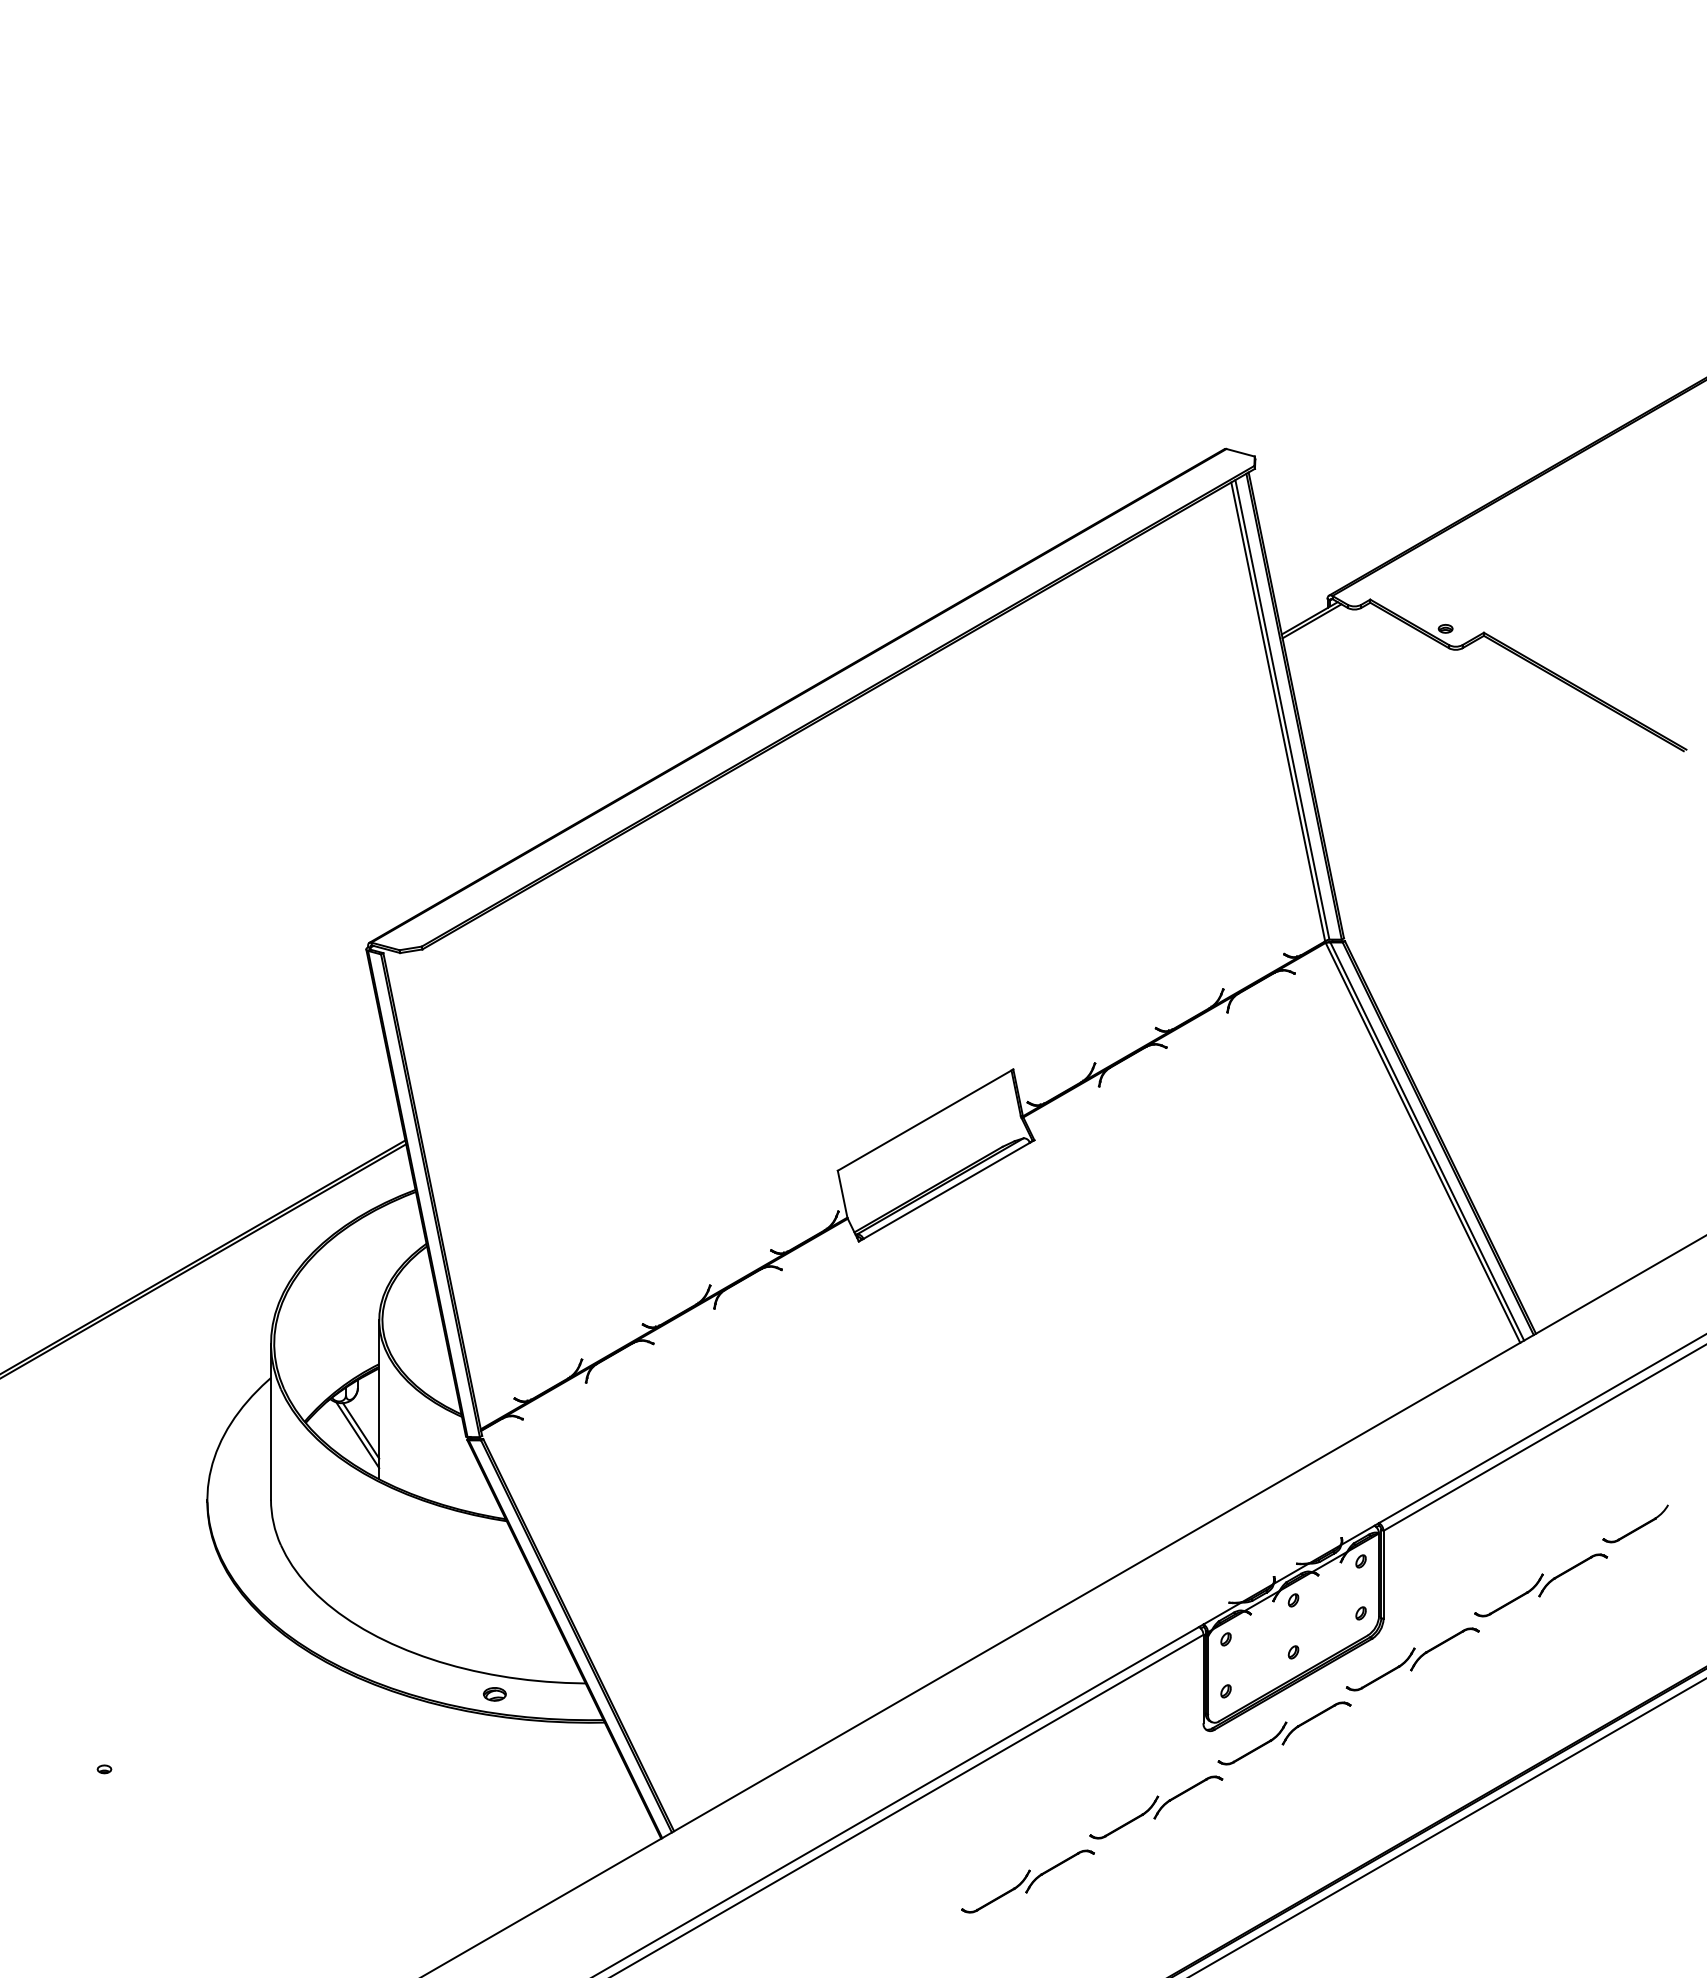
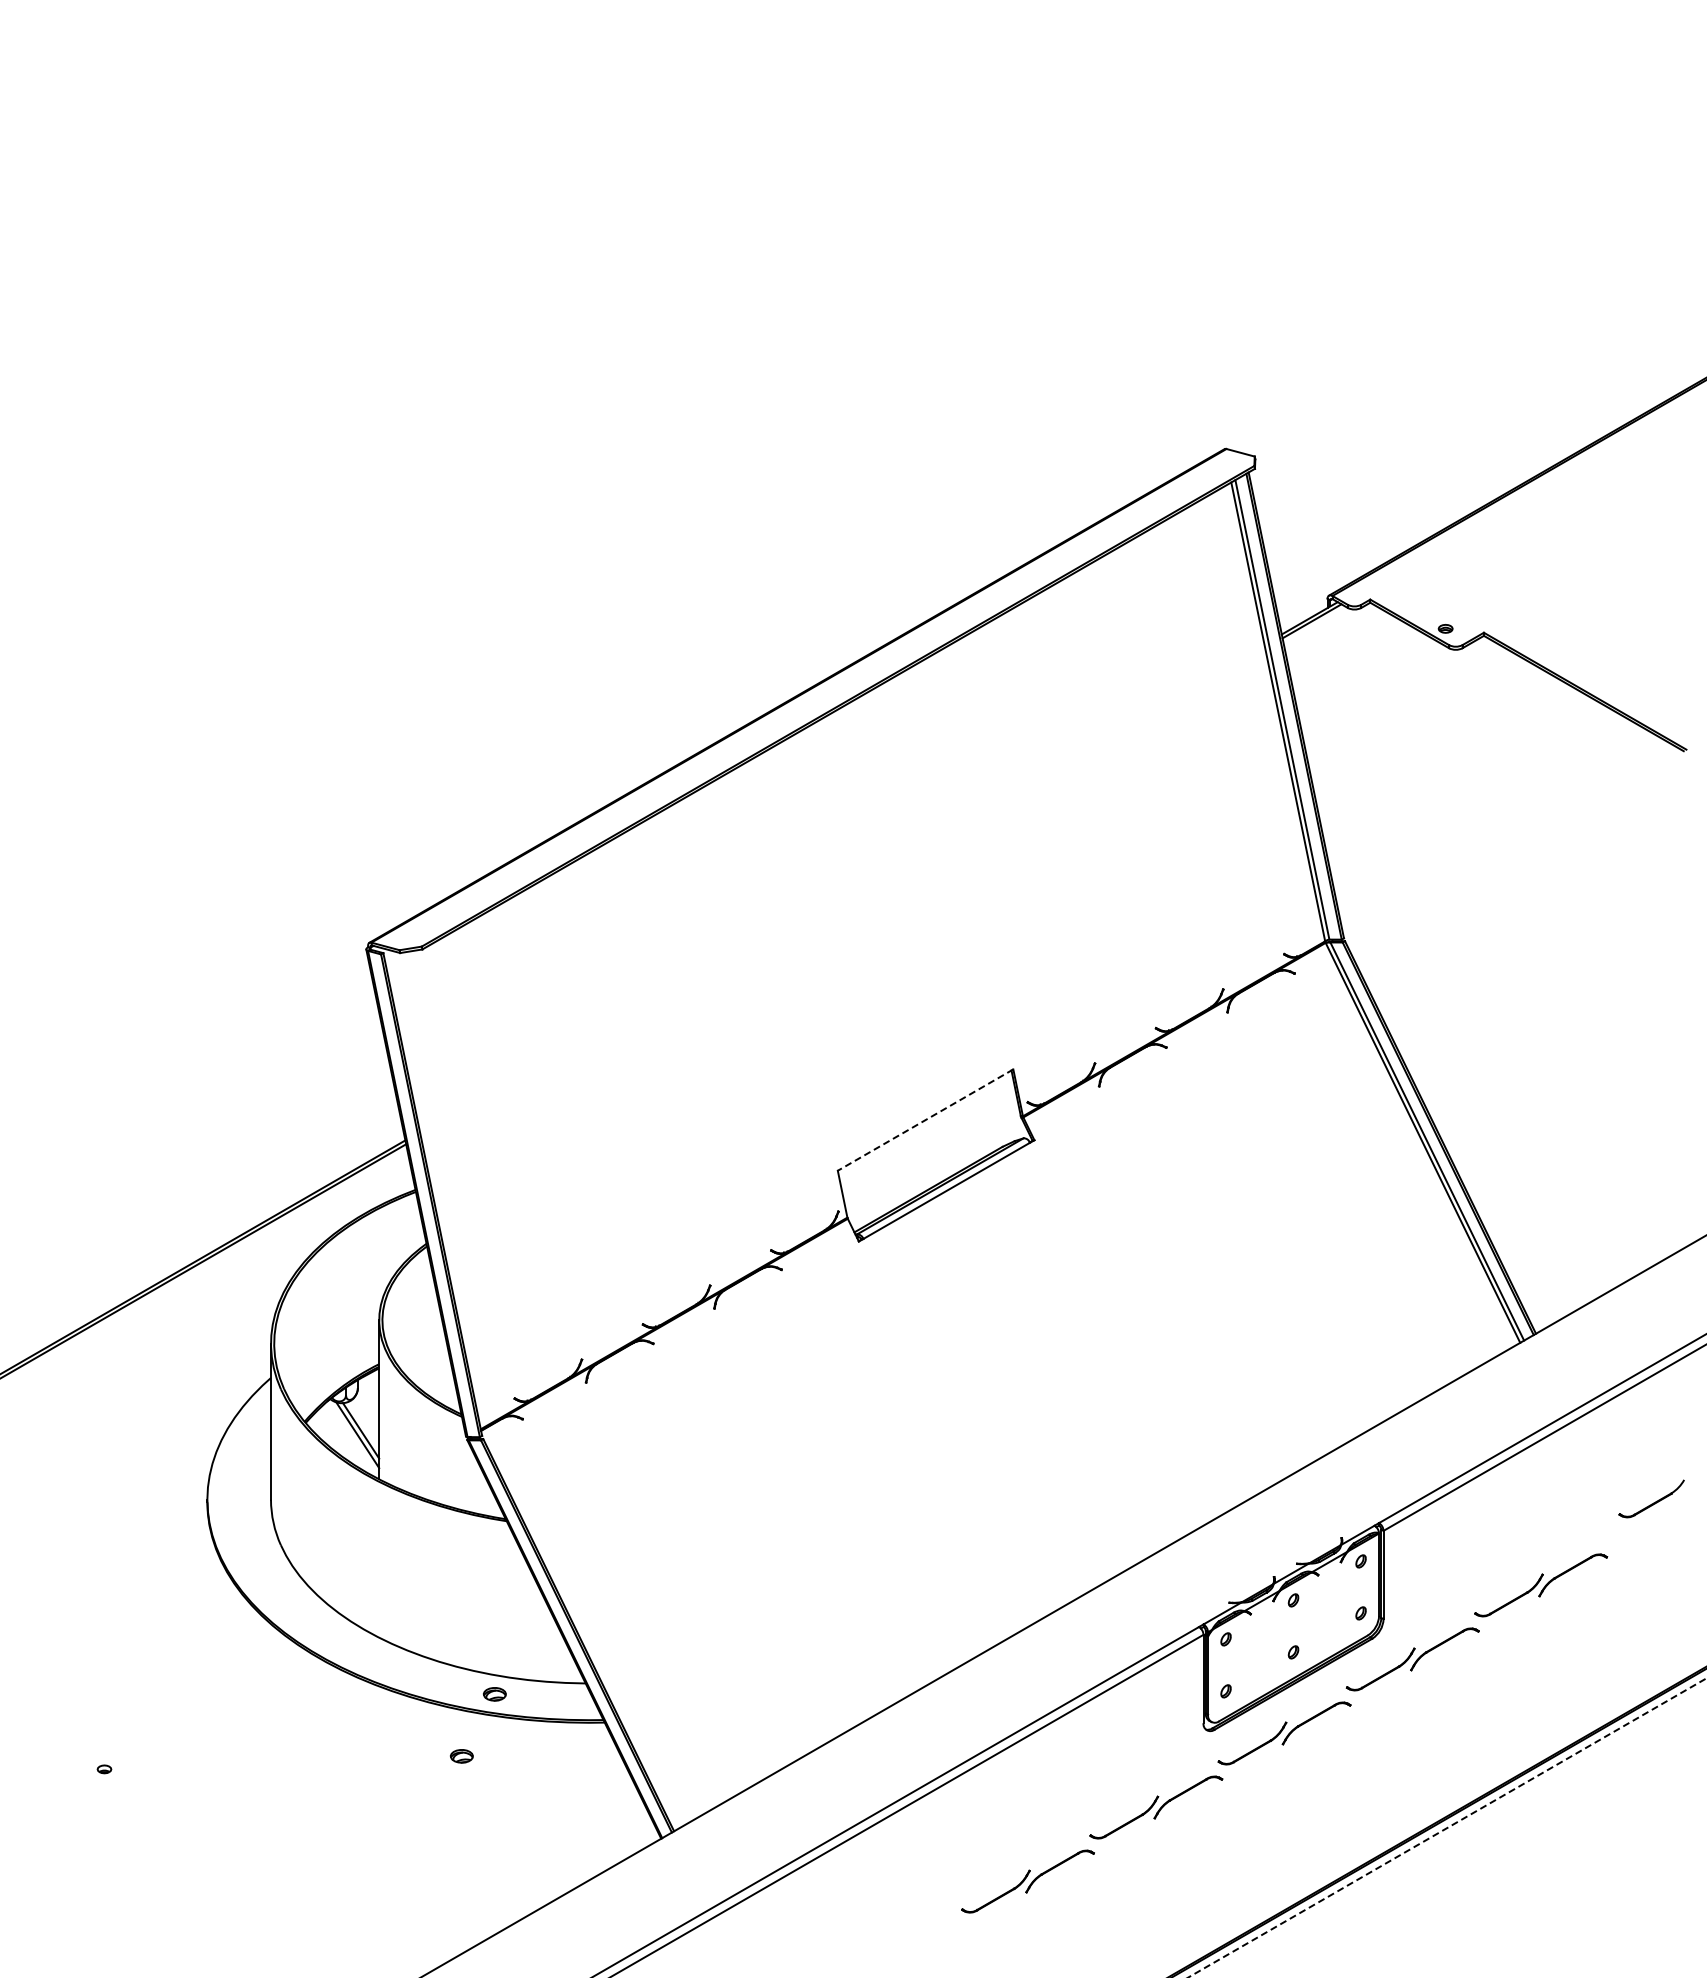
line at (925, 1120): solid -> dashed
part at (1635, 1523) position: (1635, 1523) -> (1651, 1498)
part at (461, 1756): none -> present
line at (1446, 1828): solid -> dashed
